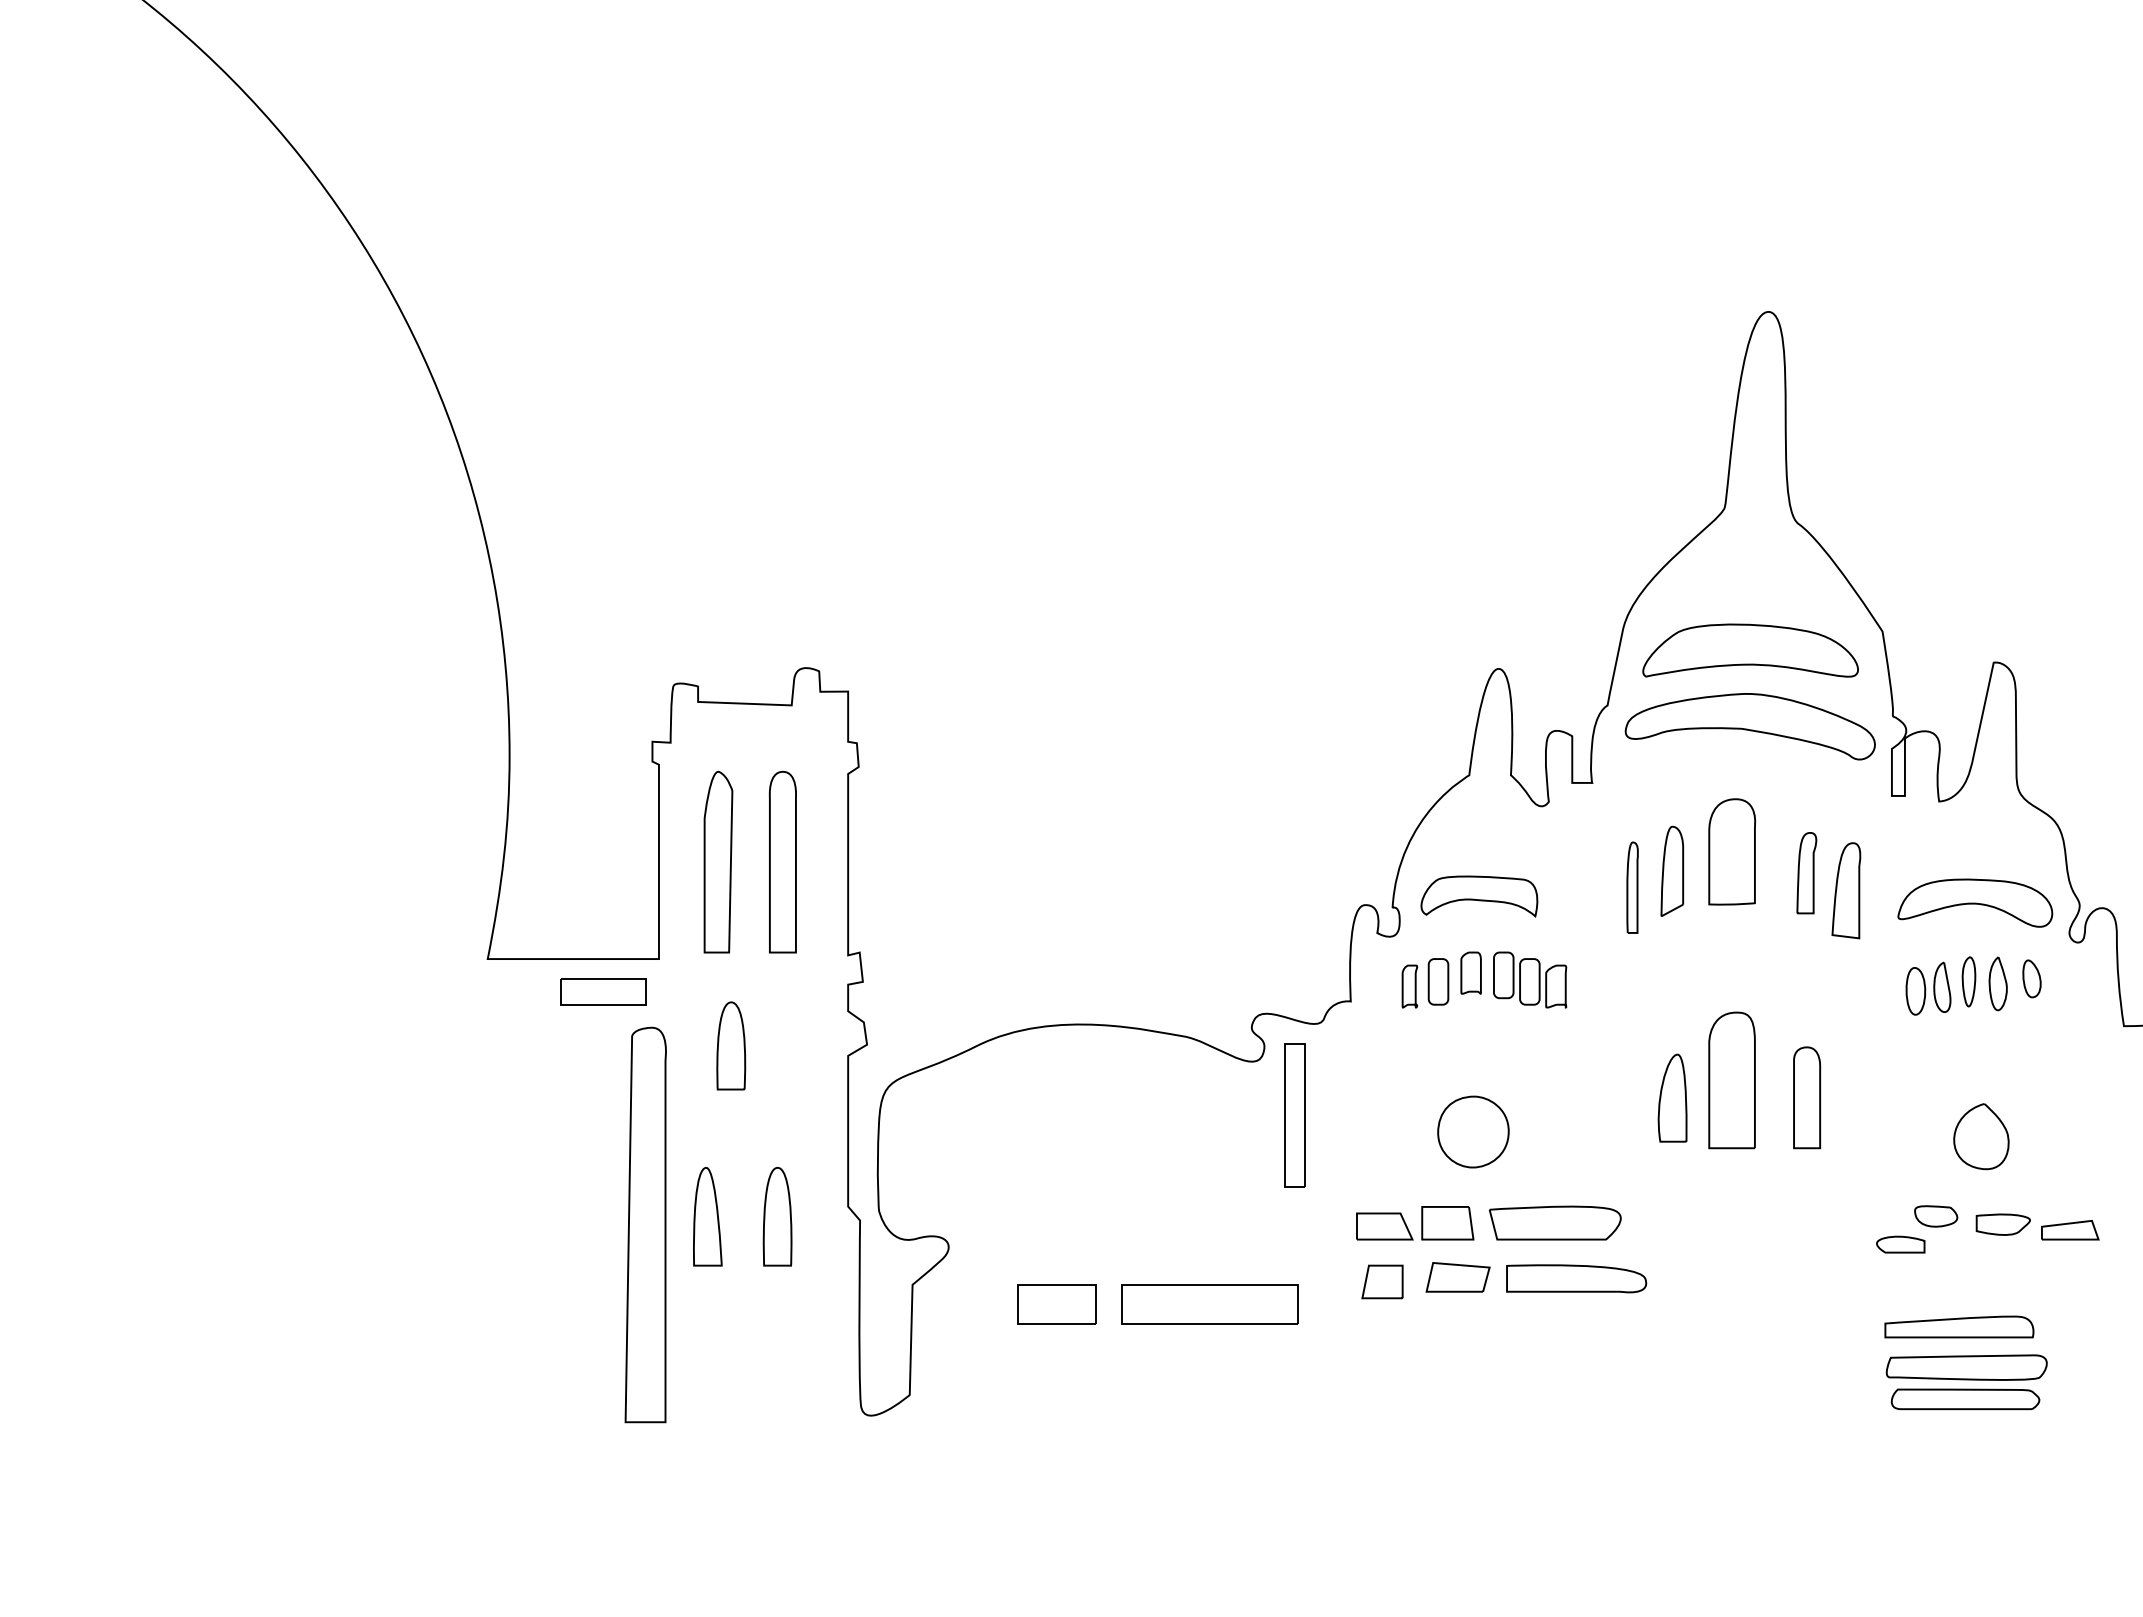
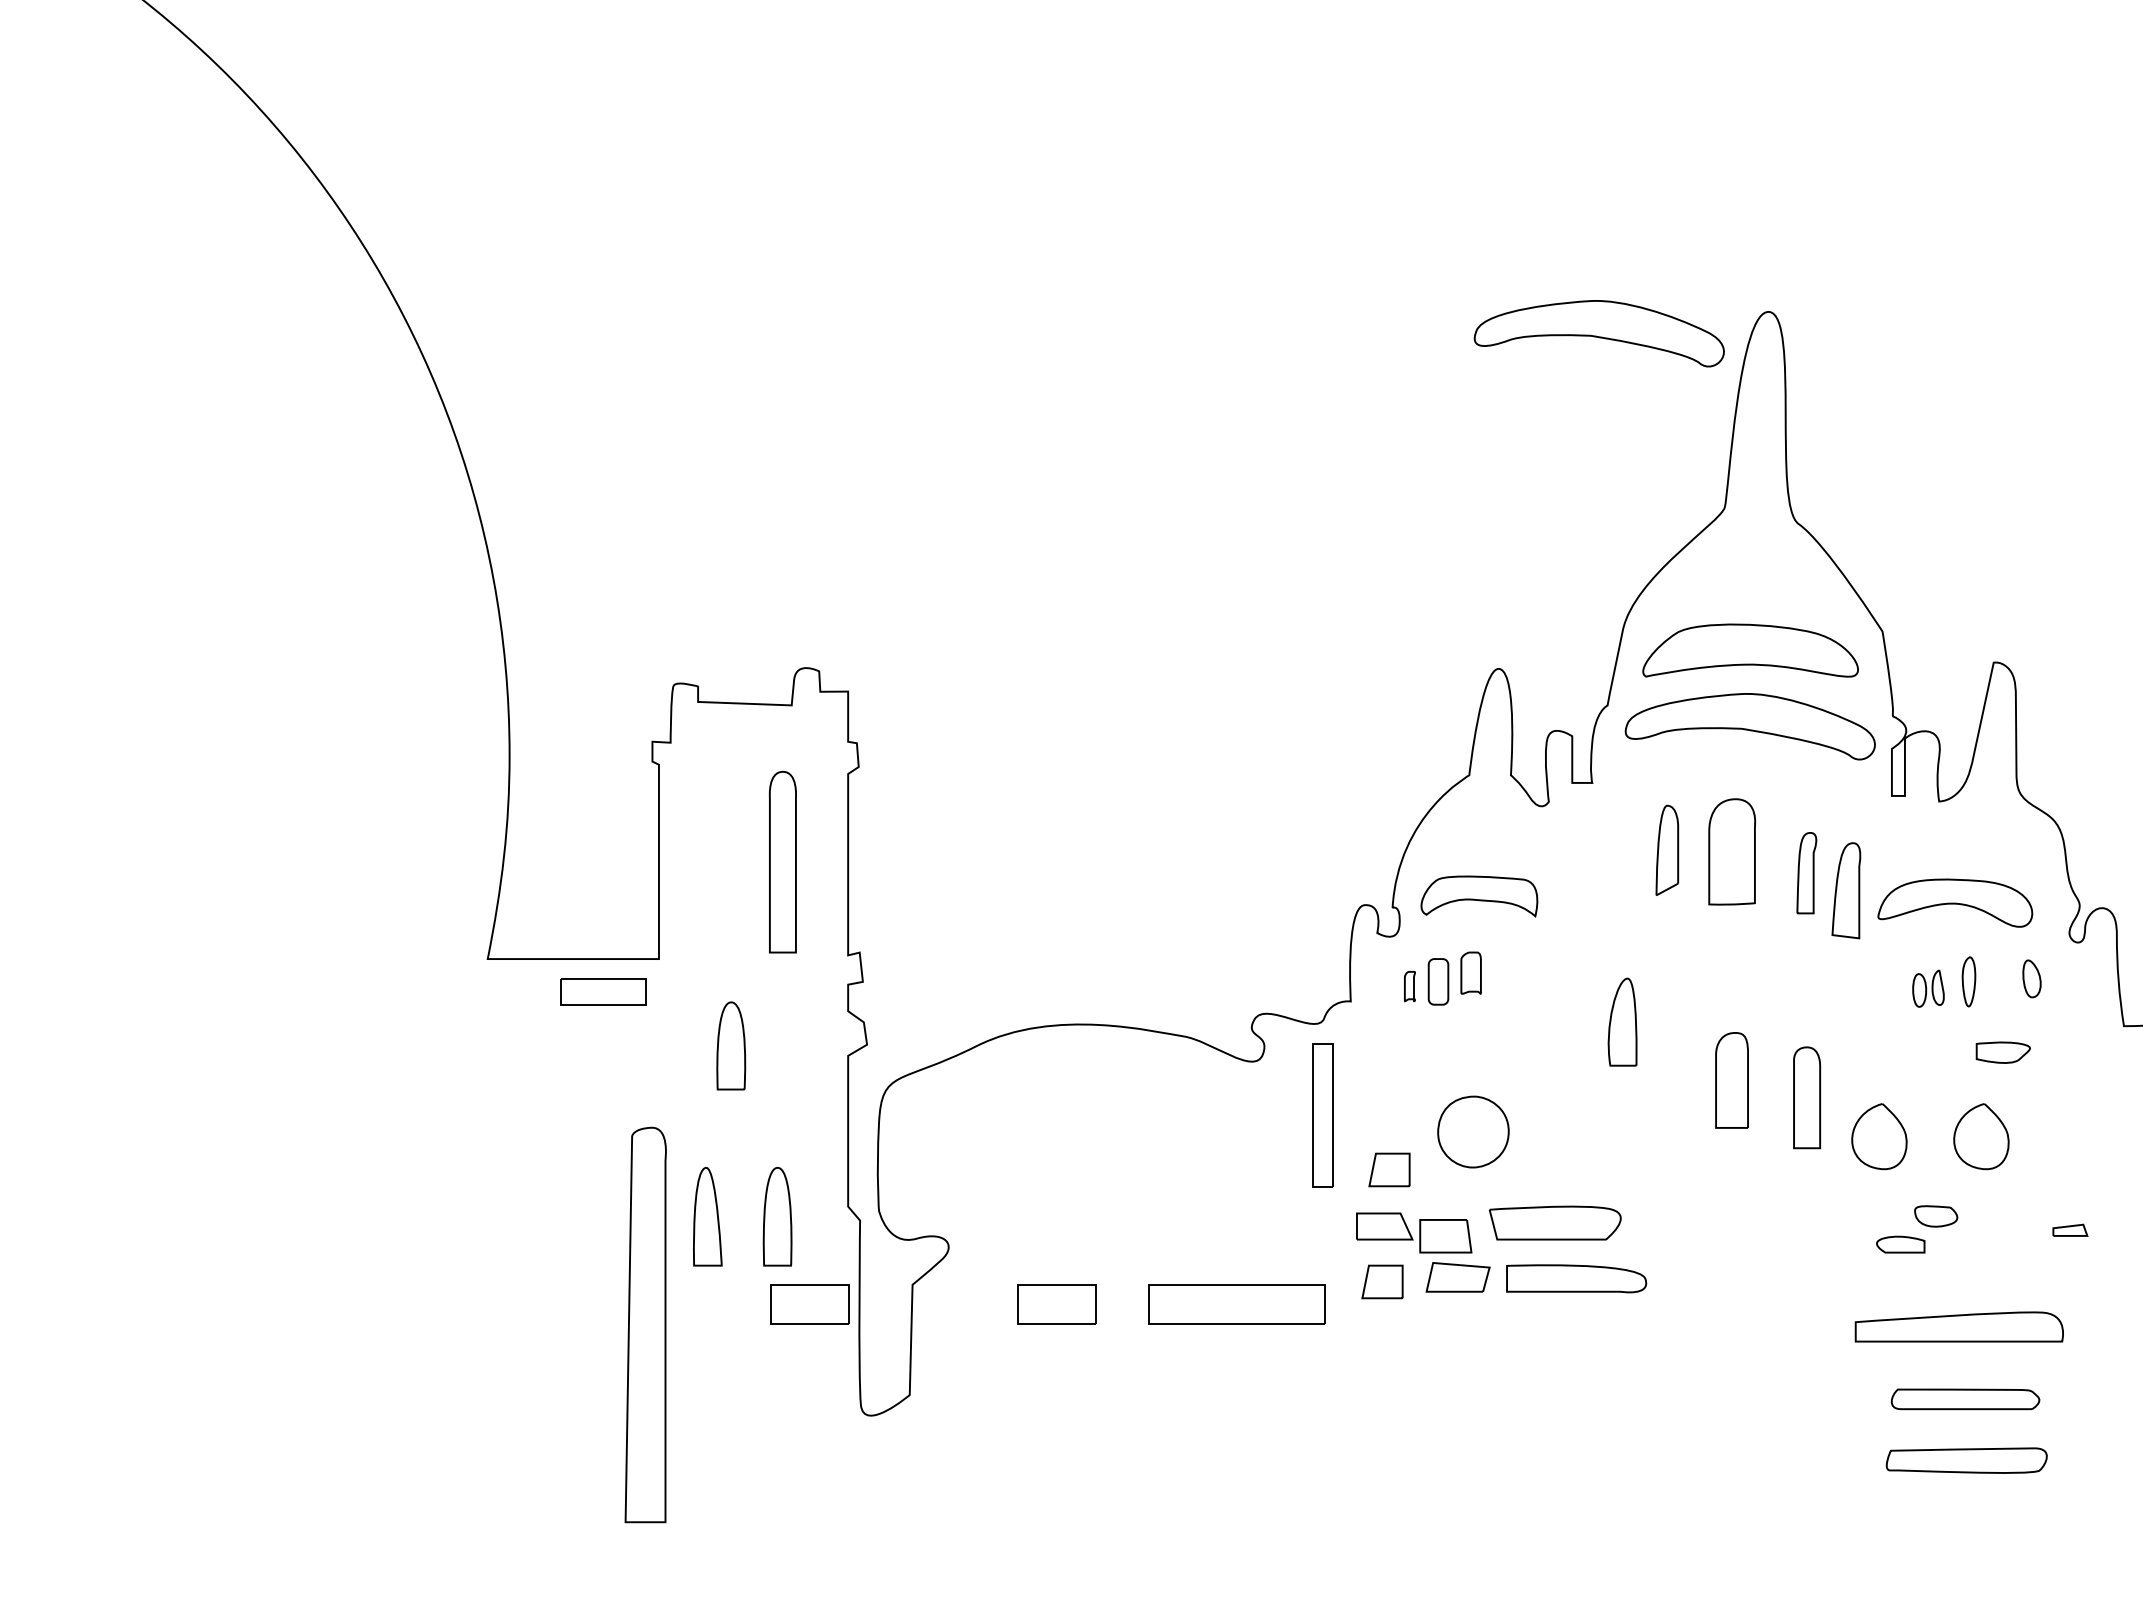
part at (1598, 333): none -> present
part at (718, 861): present -> none
part at (1672, 870) position: (1672, 870) -> (1667, 849)
part at (1632, 887): present -> none
part at (1975, 902) position: (1975, 902) -> (1955, 902)
part at (1530, 979): present -> none
part at (1997, 983): present -> none
part at (1409, 986) size: 18x45 px -> 12x32 px
part at (1928, 988) size: 47x55 px -> 33x39 px
part at (1731, 1080) size: 48x139 px -> 34x97 px
part at (1672, 1097) position: (1672, 1097) -> (1622, 1021)
part at (1294, 1115) position: (1294, 1115) -> (1322, 1115)
part at (1879, 1136): none -> present
part at (1389, 1169): none -> present
part at (1447, 1223) position: (1447, 1223) -> (1445, 1236)
part at (645, 1224) position: (645, 1224) -> (645, 1324)
part at (2002, 1224) position: (2002, 1224) -> (2002, 1052)
part at (2070, 1230) size: 59x21 px -> 37x14 px
part at (809, 1304): none -> present
part at (1209, 1304) position: (1209, 1304) -> (1236, 1304)
part at (1959, 1326) size: 151x24 px -> 210x32 px
part at (1966, 1367) position: (1966, 1367) -> (1966, 1460)
